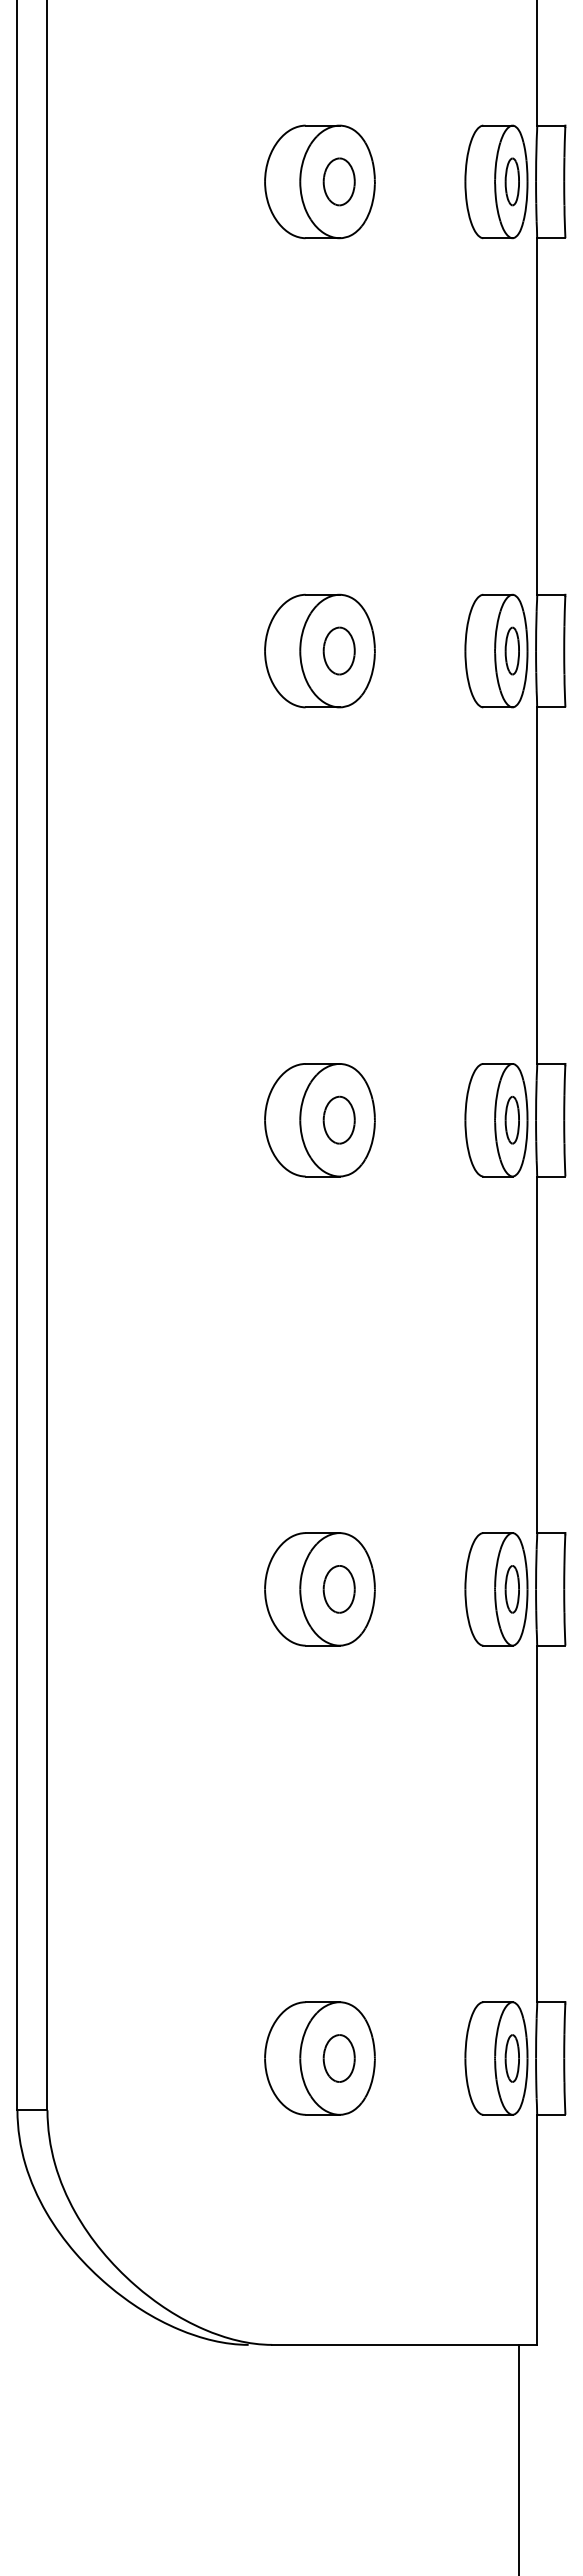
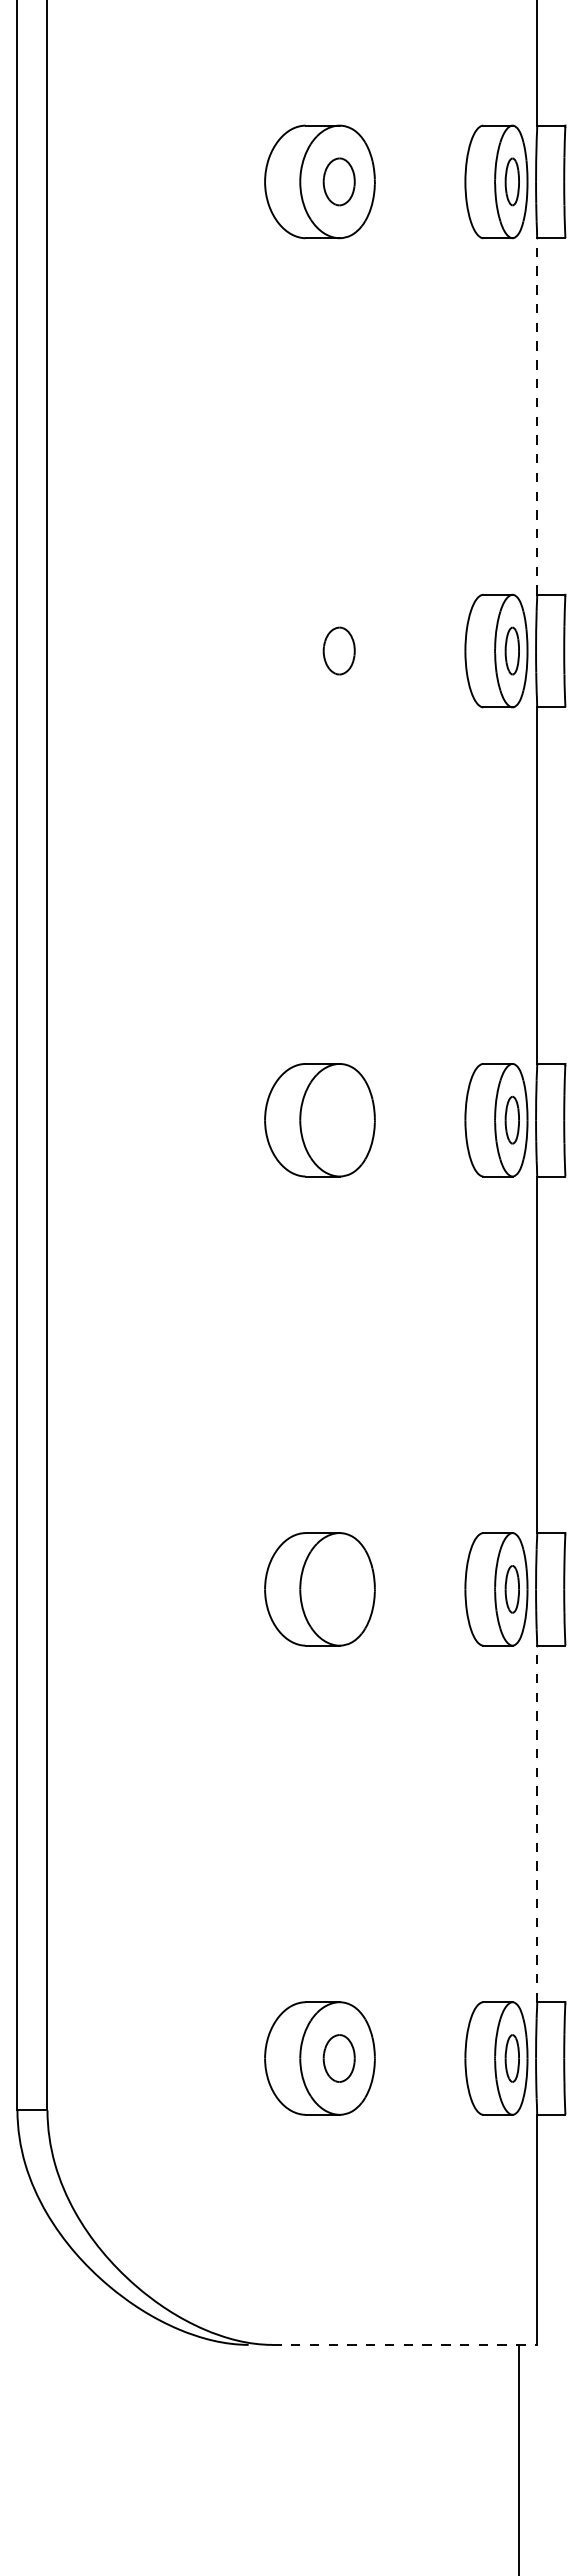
line at (537, 416): solid -> dashed
part at (319, 650): present -> none
part at (338, 1119): present -> none
part at (338, 1589): present -> none
line at (537, 1823): solid -> dashed
line at (405, 2344): solid -> dashed
